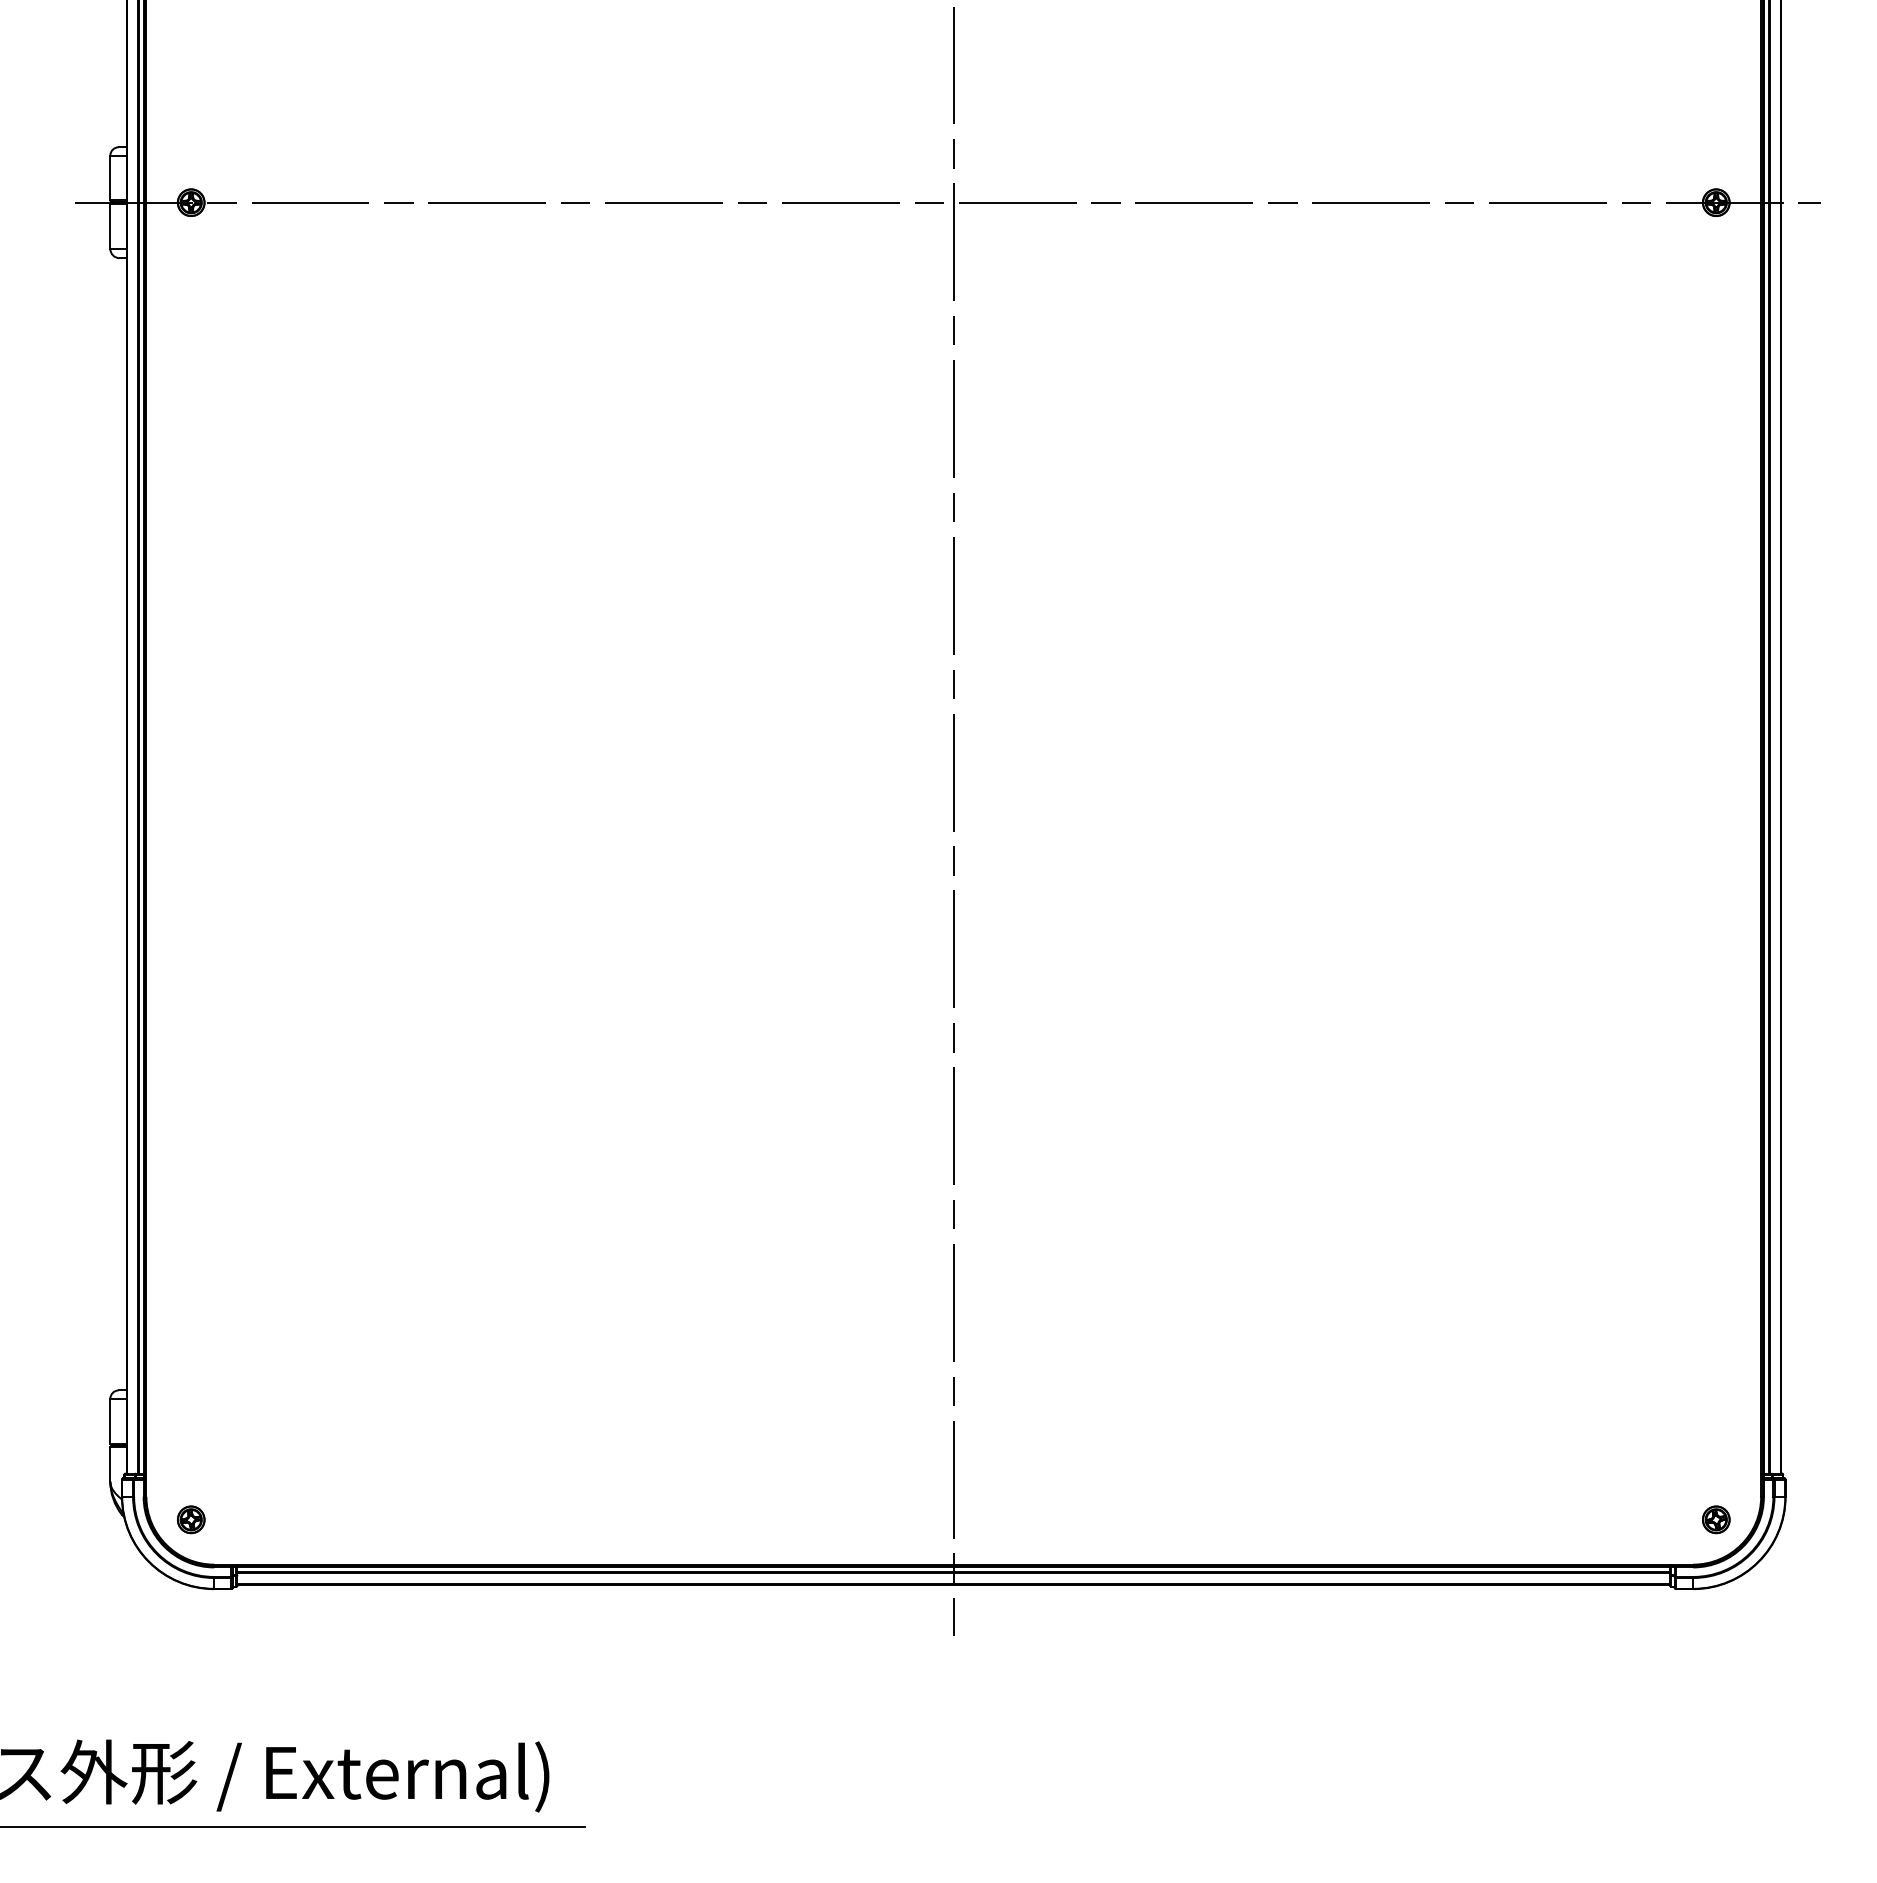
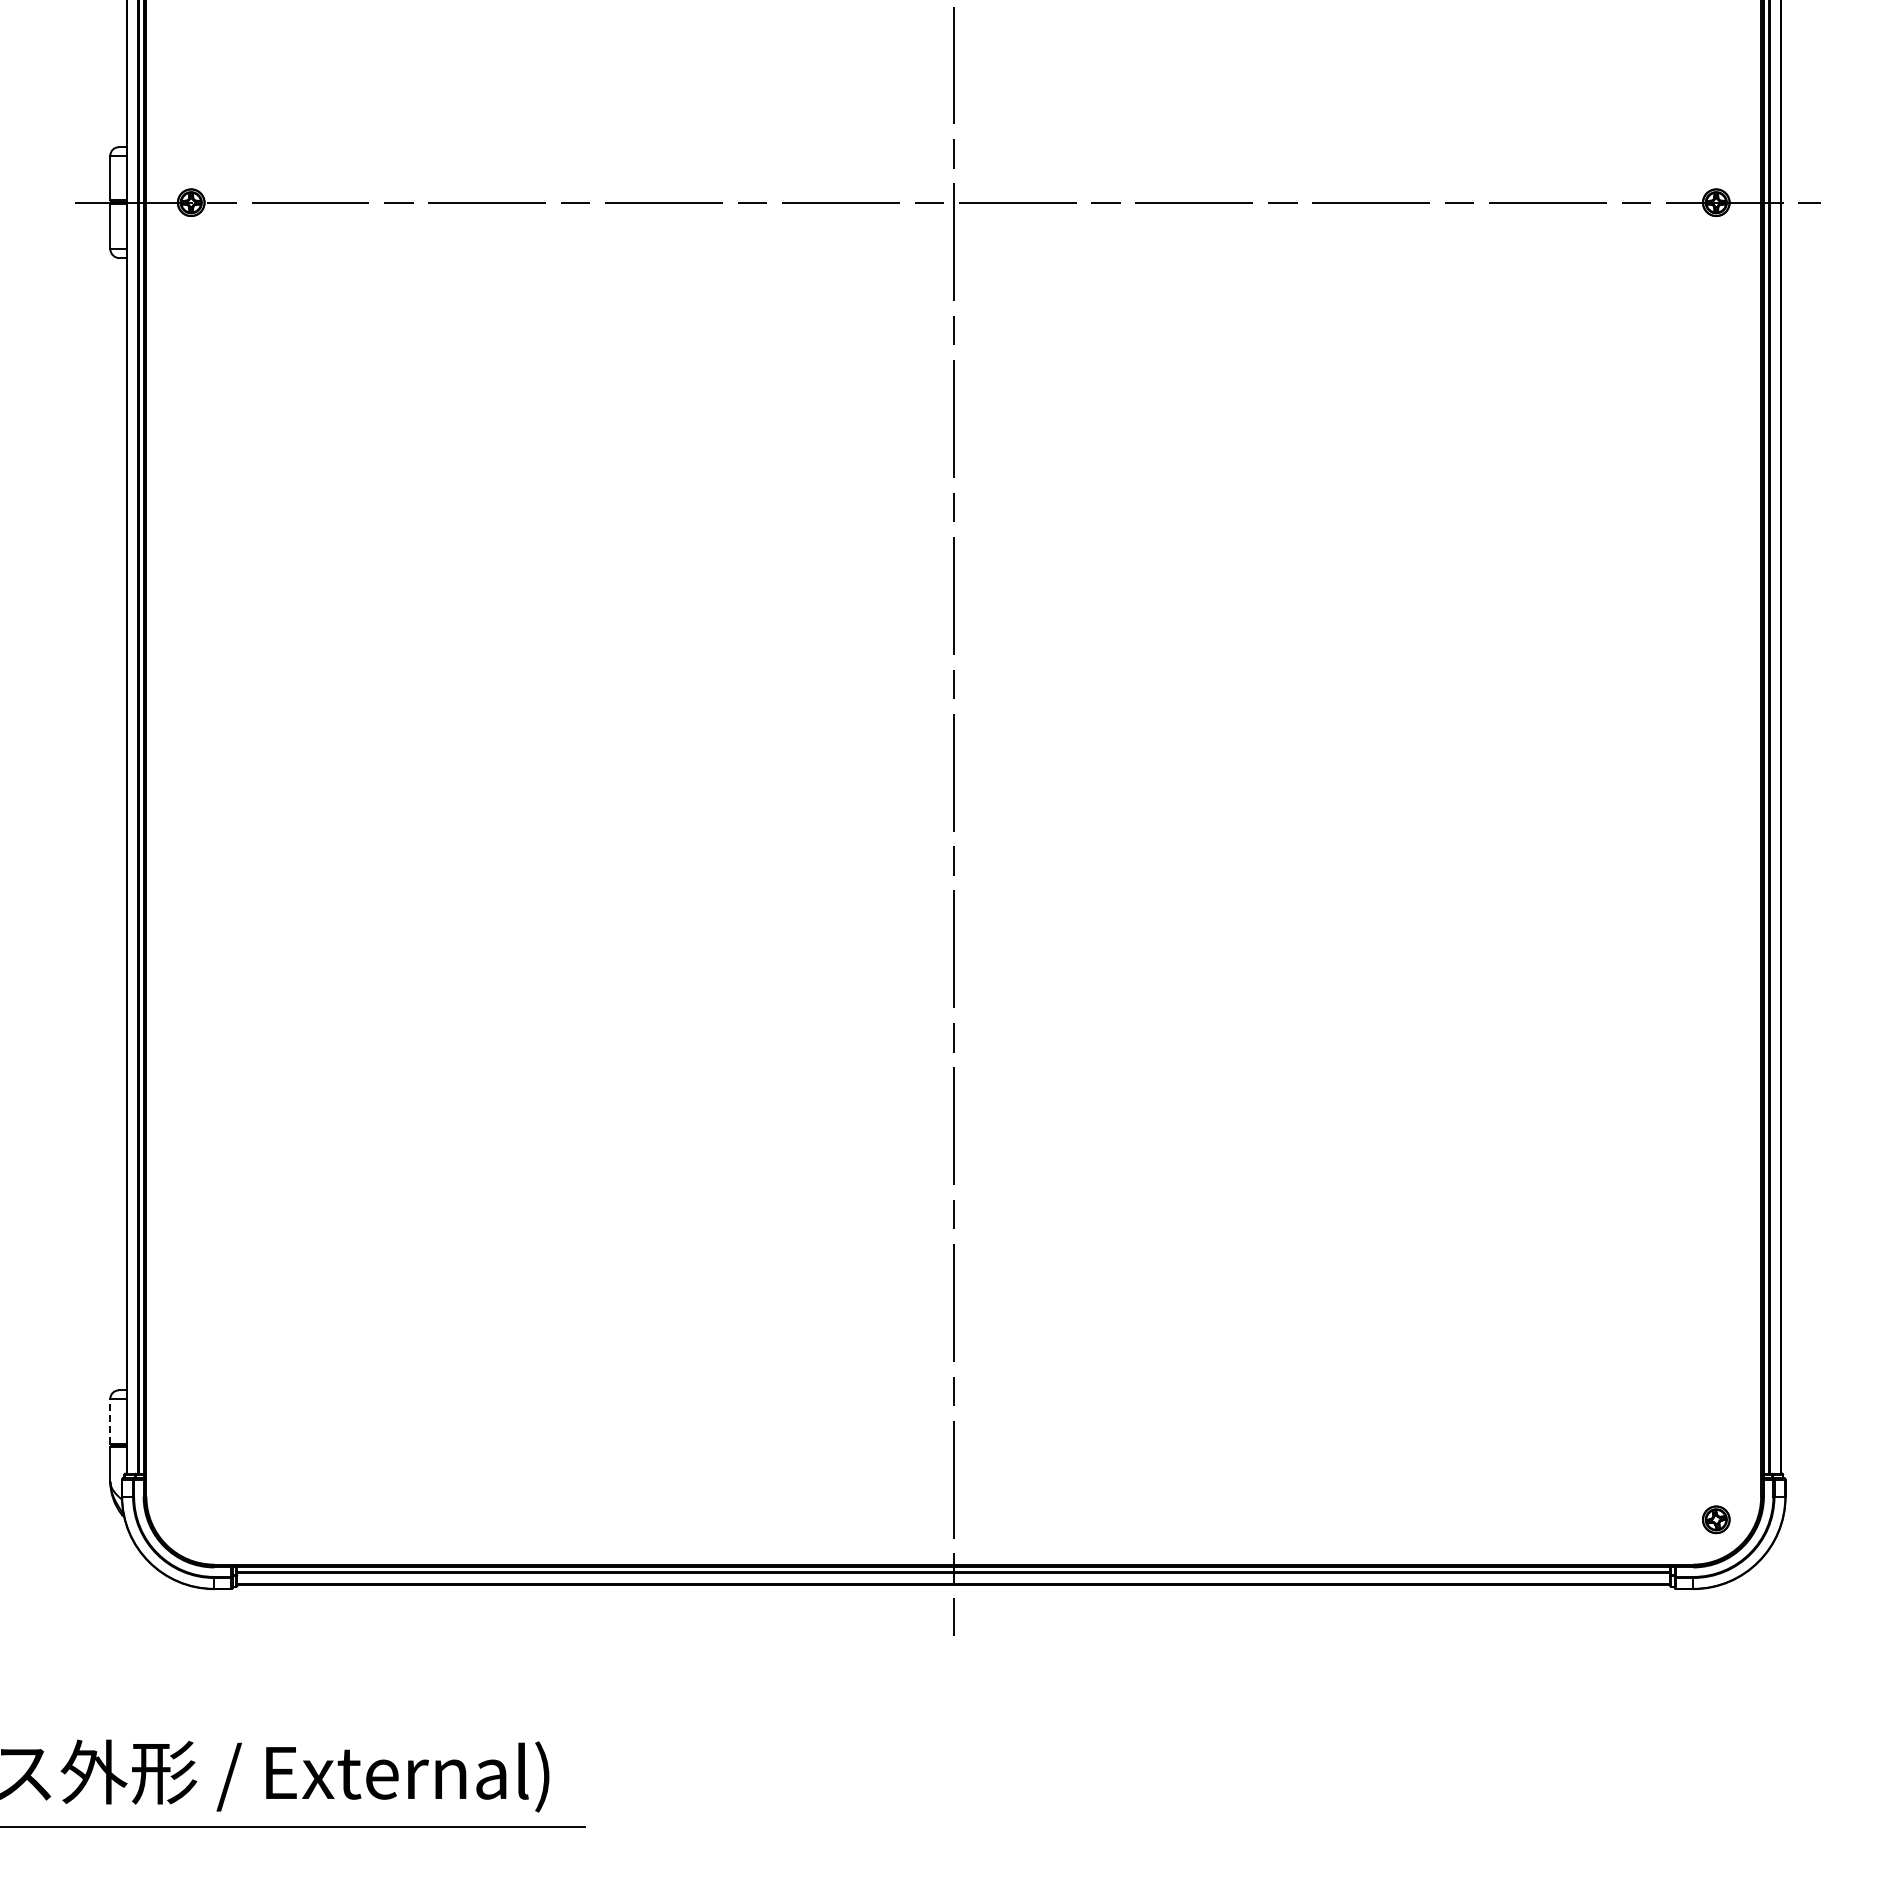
line at (110, 1420): solid -> dashed
part at (191, 1519): present -> none
